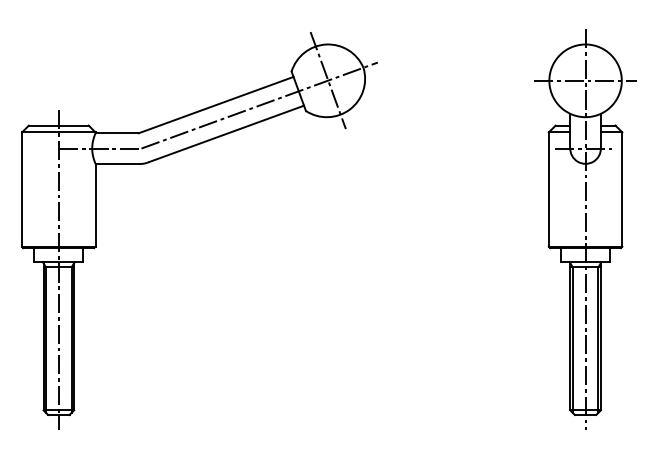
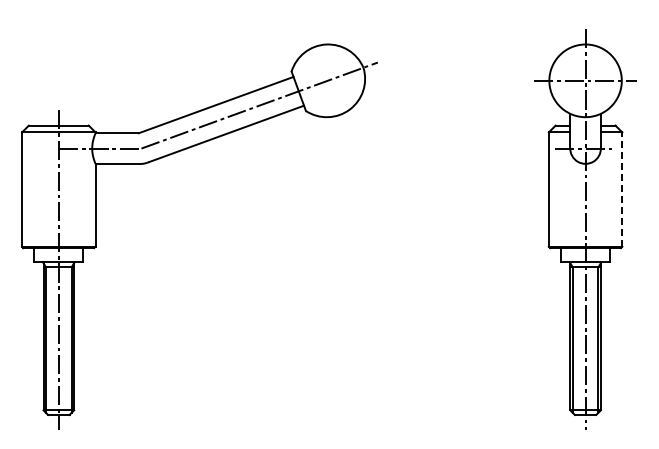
line at (327, 80): present -> none
line at (622, 189): solid -> dashed
